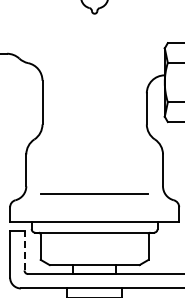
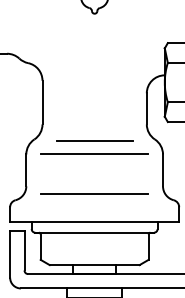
line at (94, 140): none -> present
line at (94, 154): none -> present
line at (24, 250): dashed -> solid
